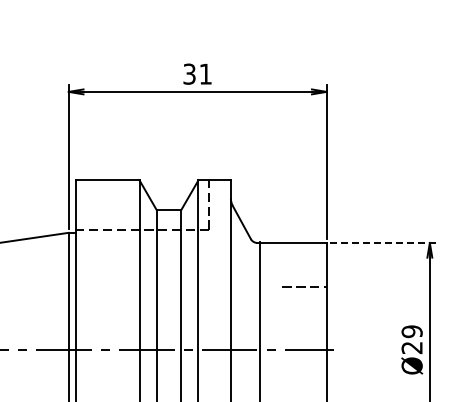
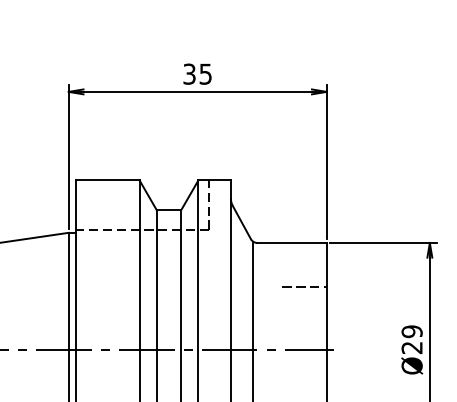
text at (205, 73): 31 -> 35
line at (384, 242): dashed -> solid
line at (260, 319) position: (260, 319) -> (253, 319)
